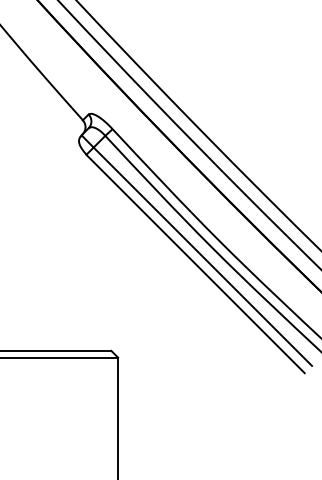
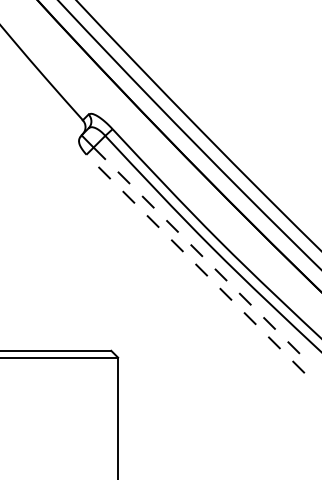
line at (203, 257): solid -> dashed
line at (195, 263): solid -> dashed
